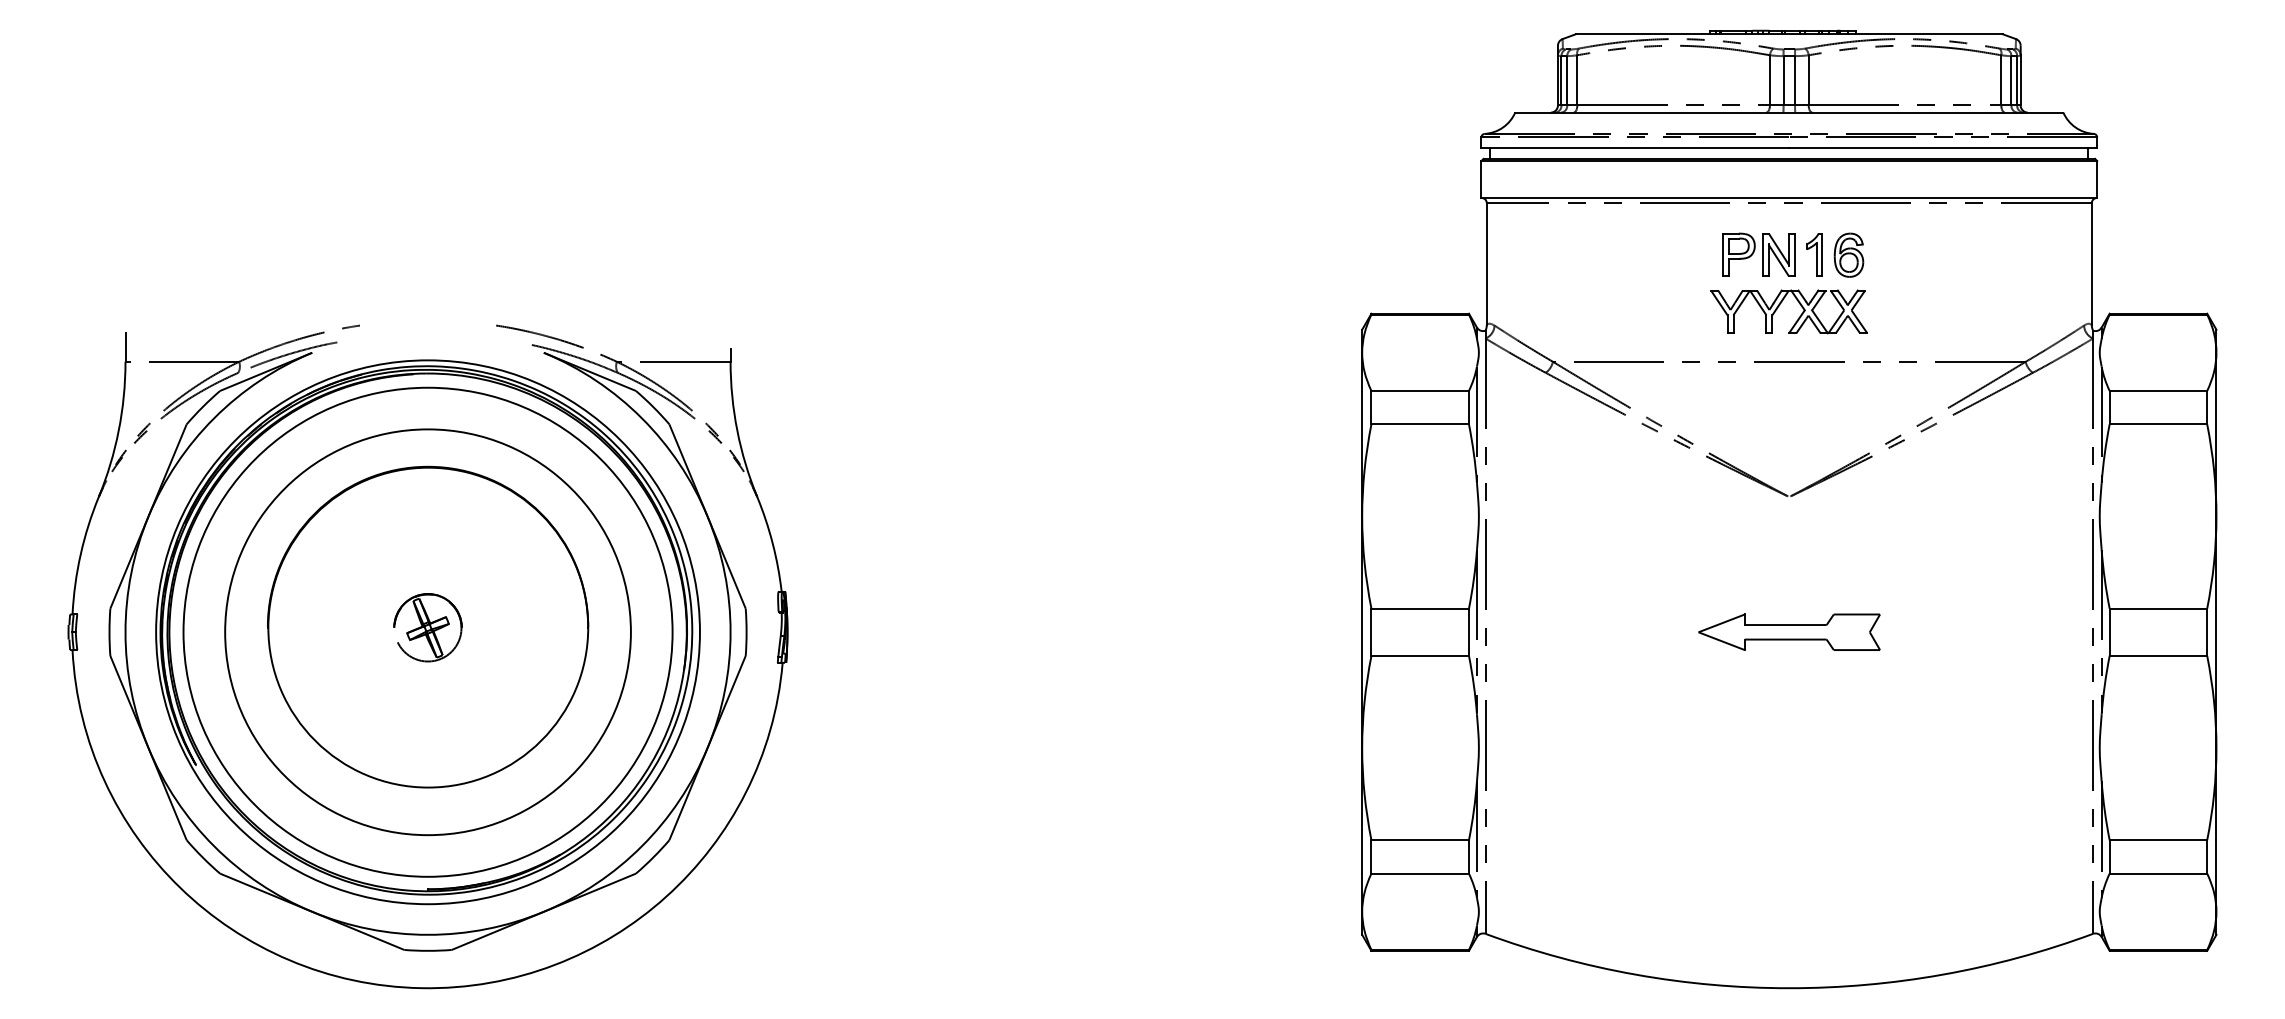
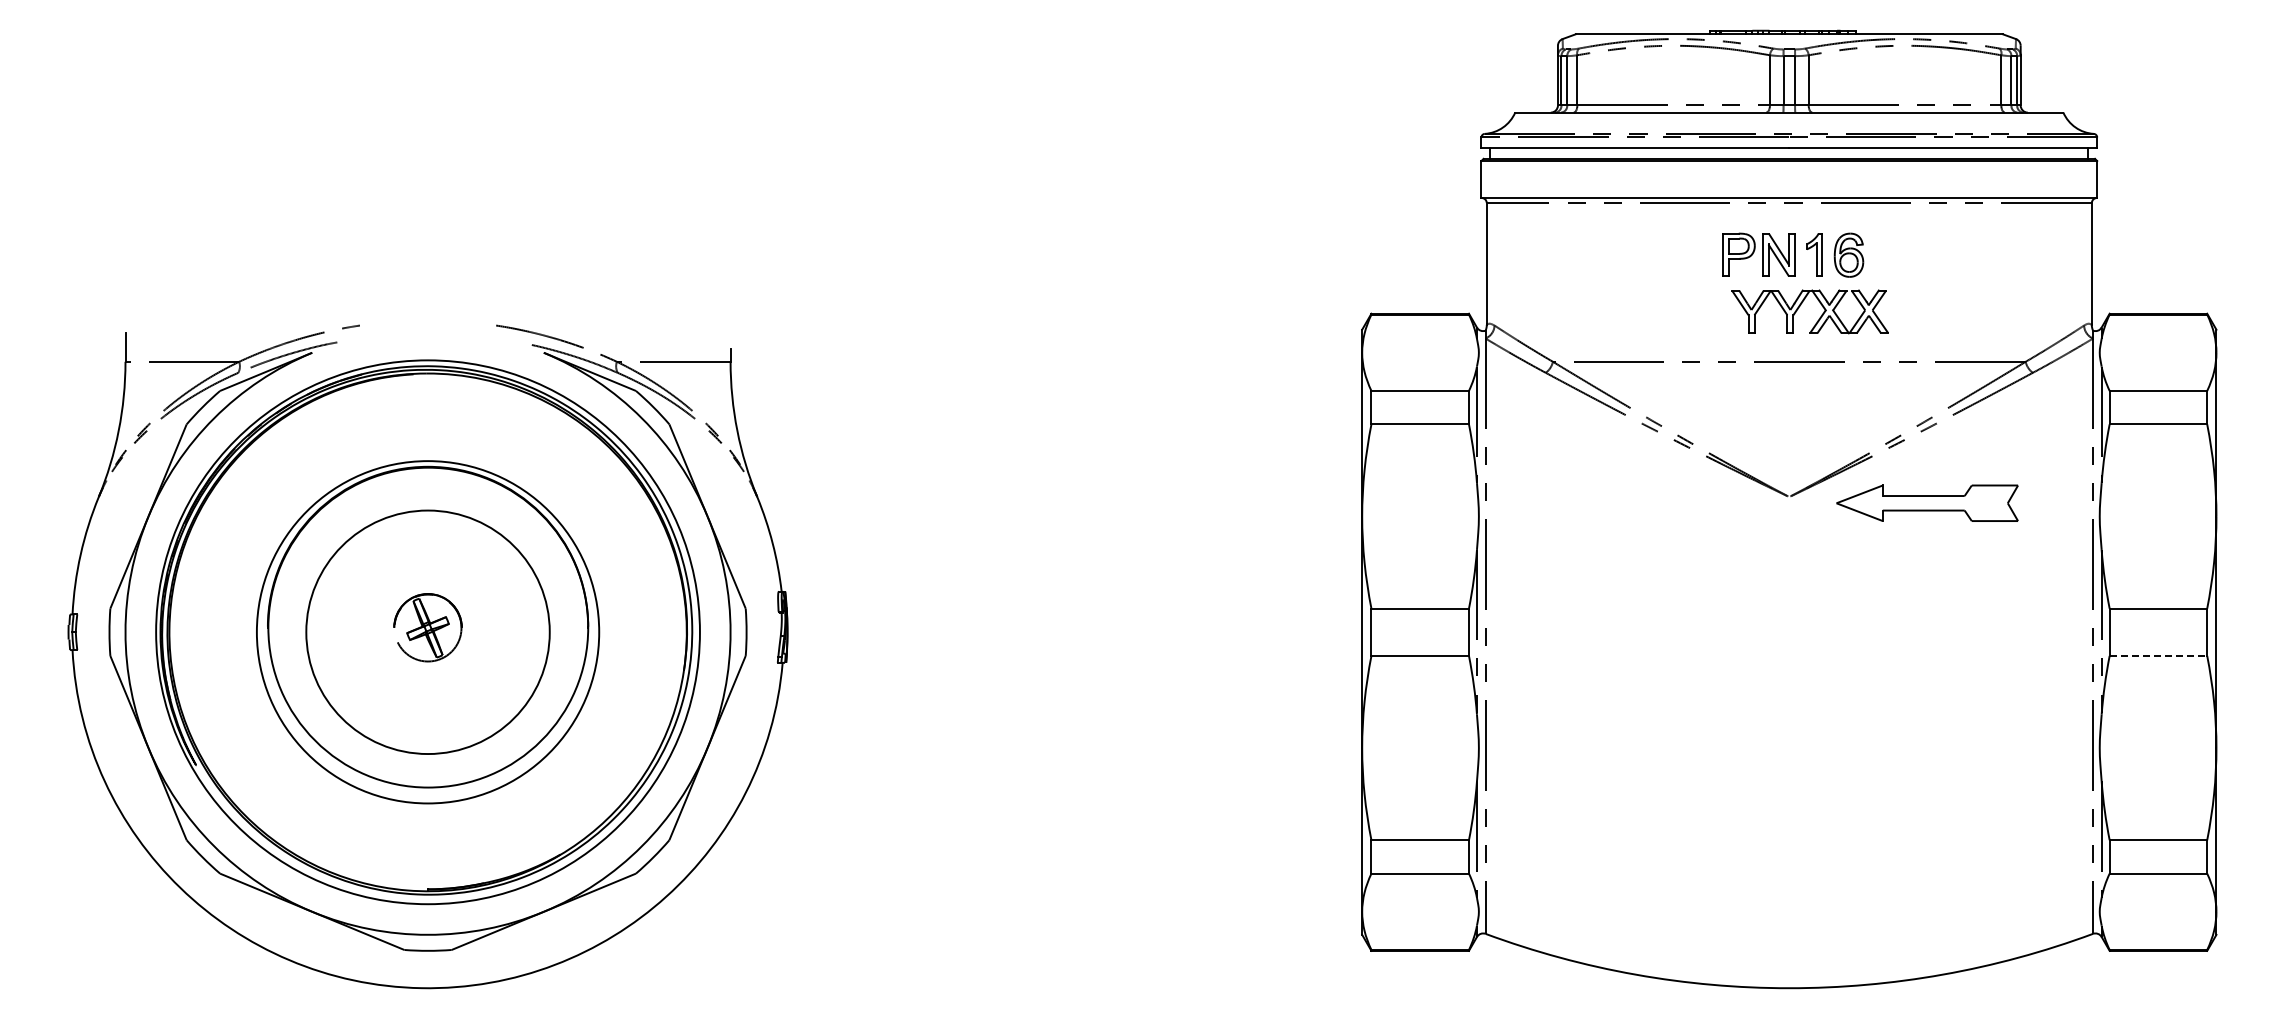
part at (1779, 306) position: (1779, 306) -> (1800, 306)
circle at (427, 631) diameter: 489 px -> 342 px
part at (1789, 631) position: (1789, 631) -> (1927, 502)
circle at (427, 632) diameter: 406 px -> 243 px
line at (2158, 655): solid -> dashed
